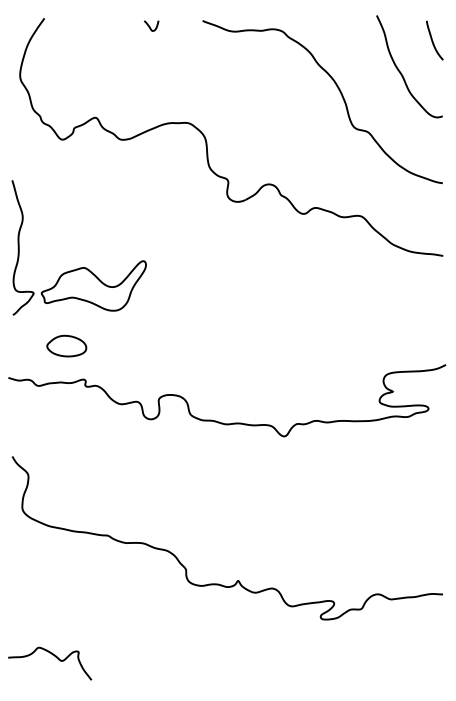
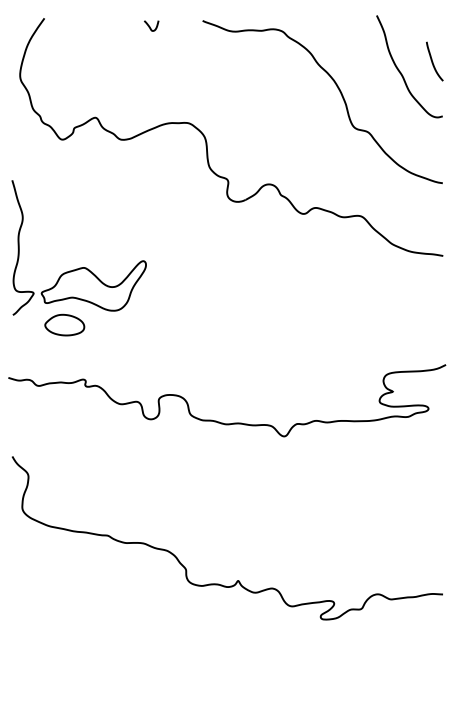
curve at (433, 40) position: (433, 40) -> (433, 61)
part at (66, 345) position: (66, 345) -> (64, 324)
curve at (55, 657): present -> none
